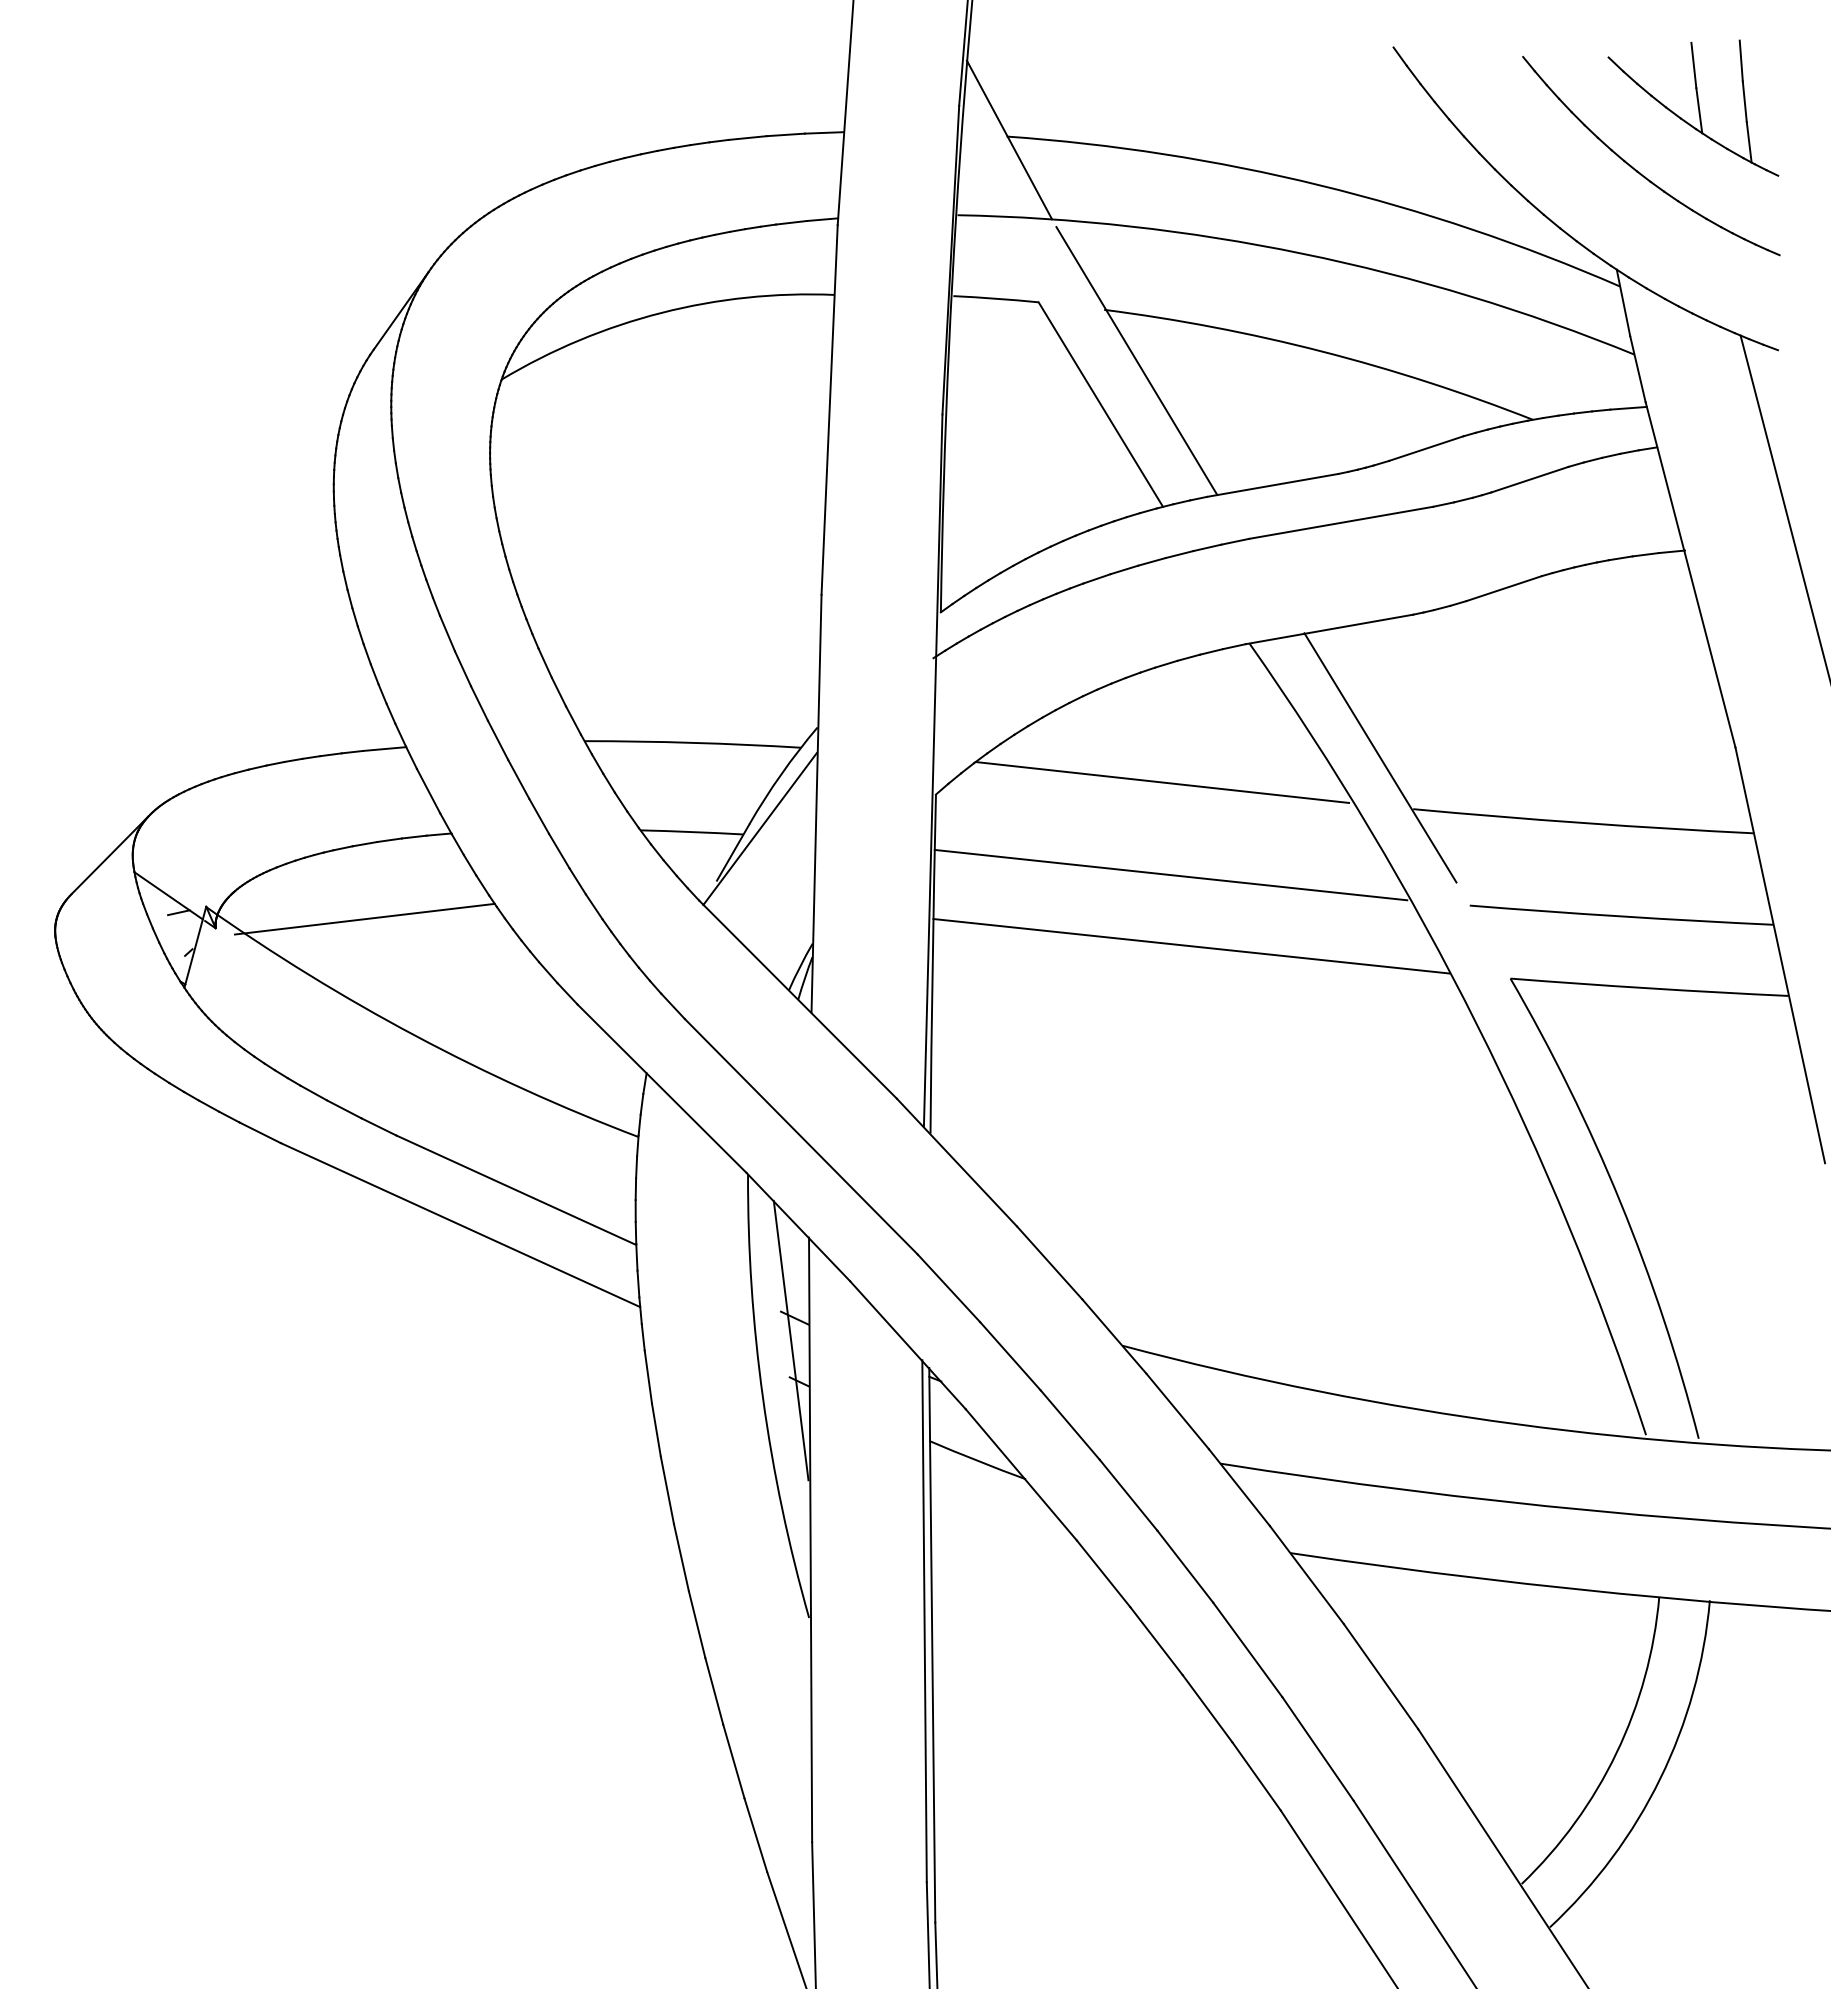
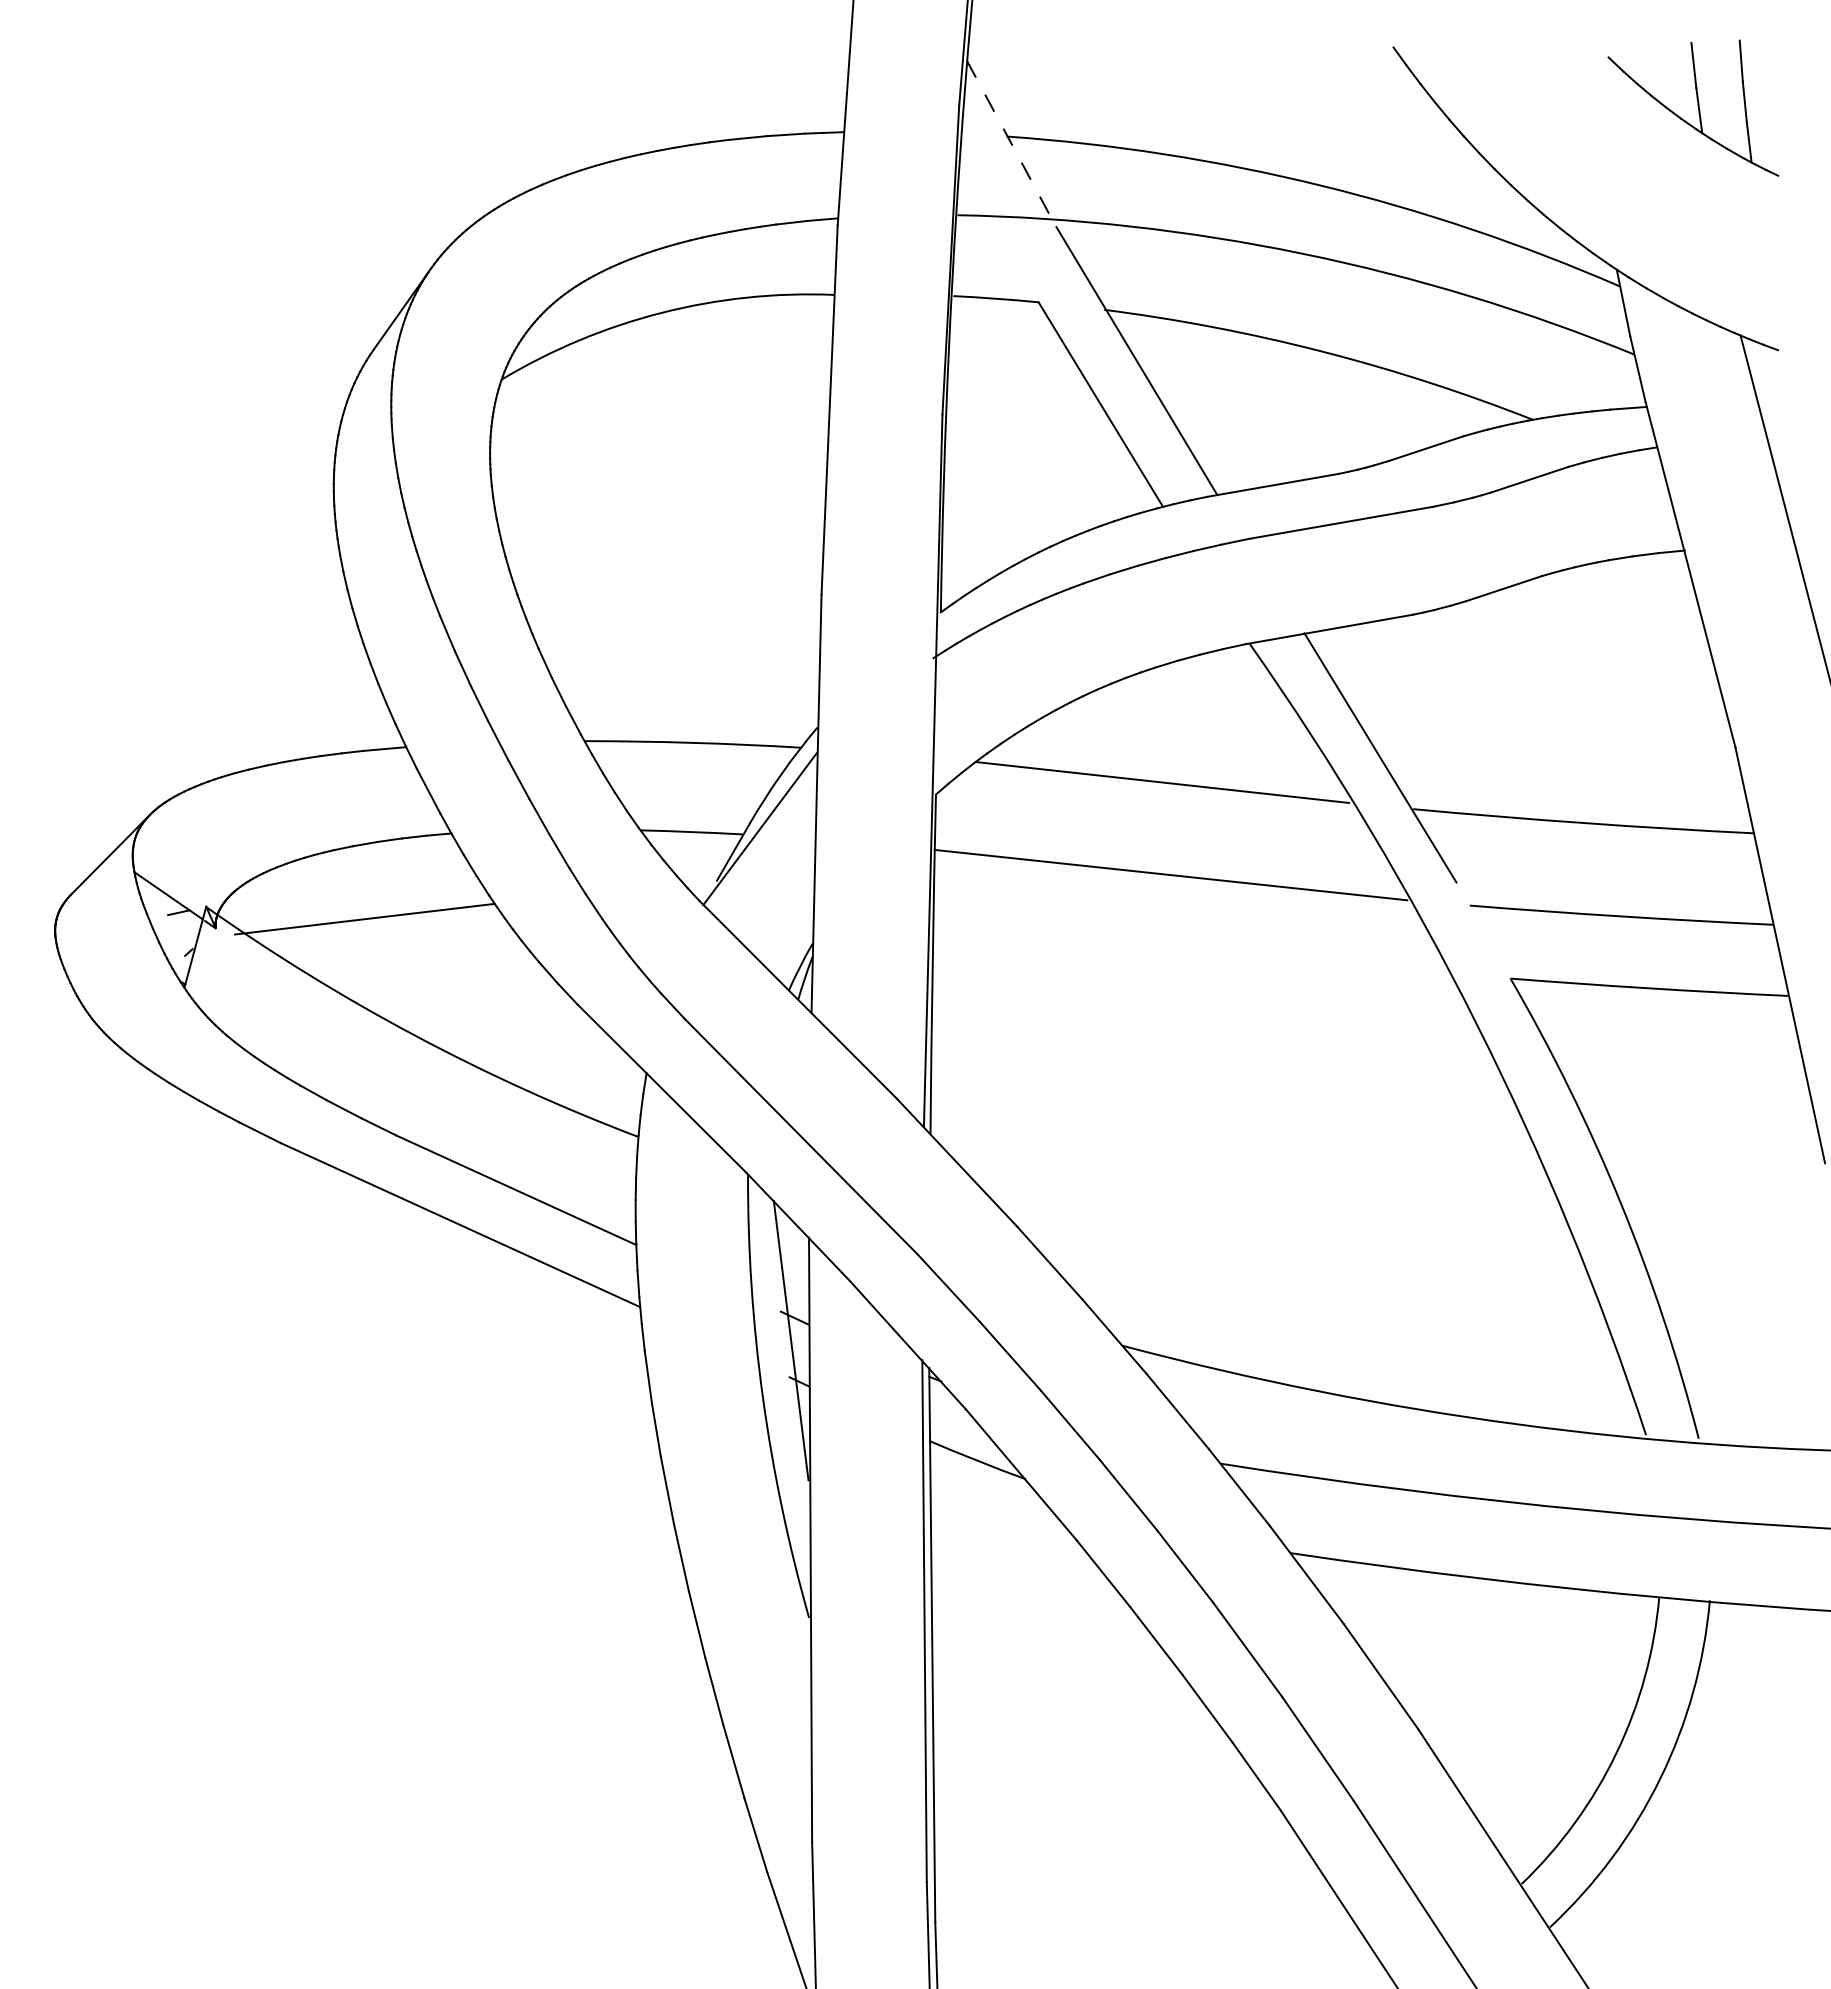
line at (1009, 140): solid -> dashed
part at (1640, 172): present -> none
line at (1191, 946): present -> none
